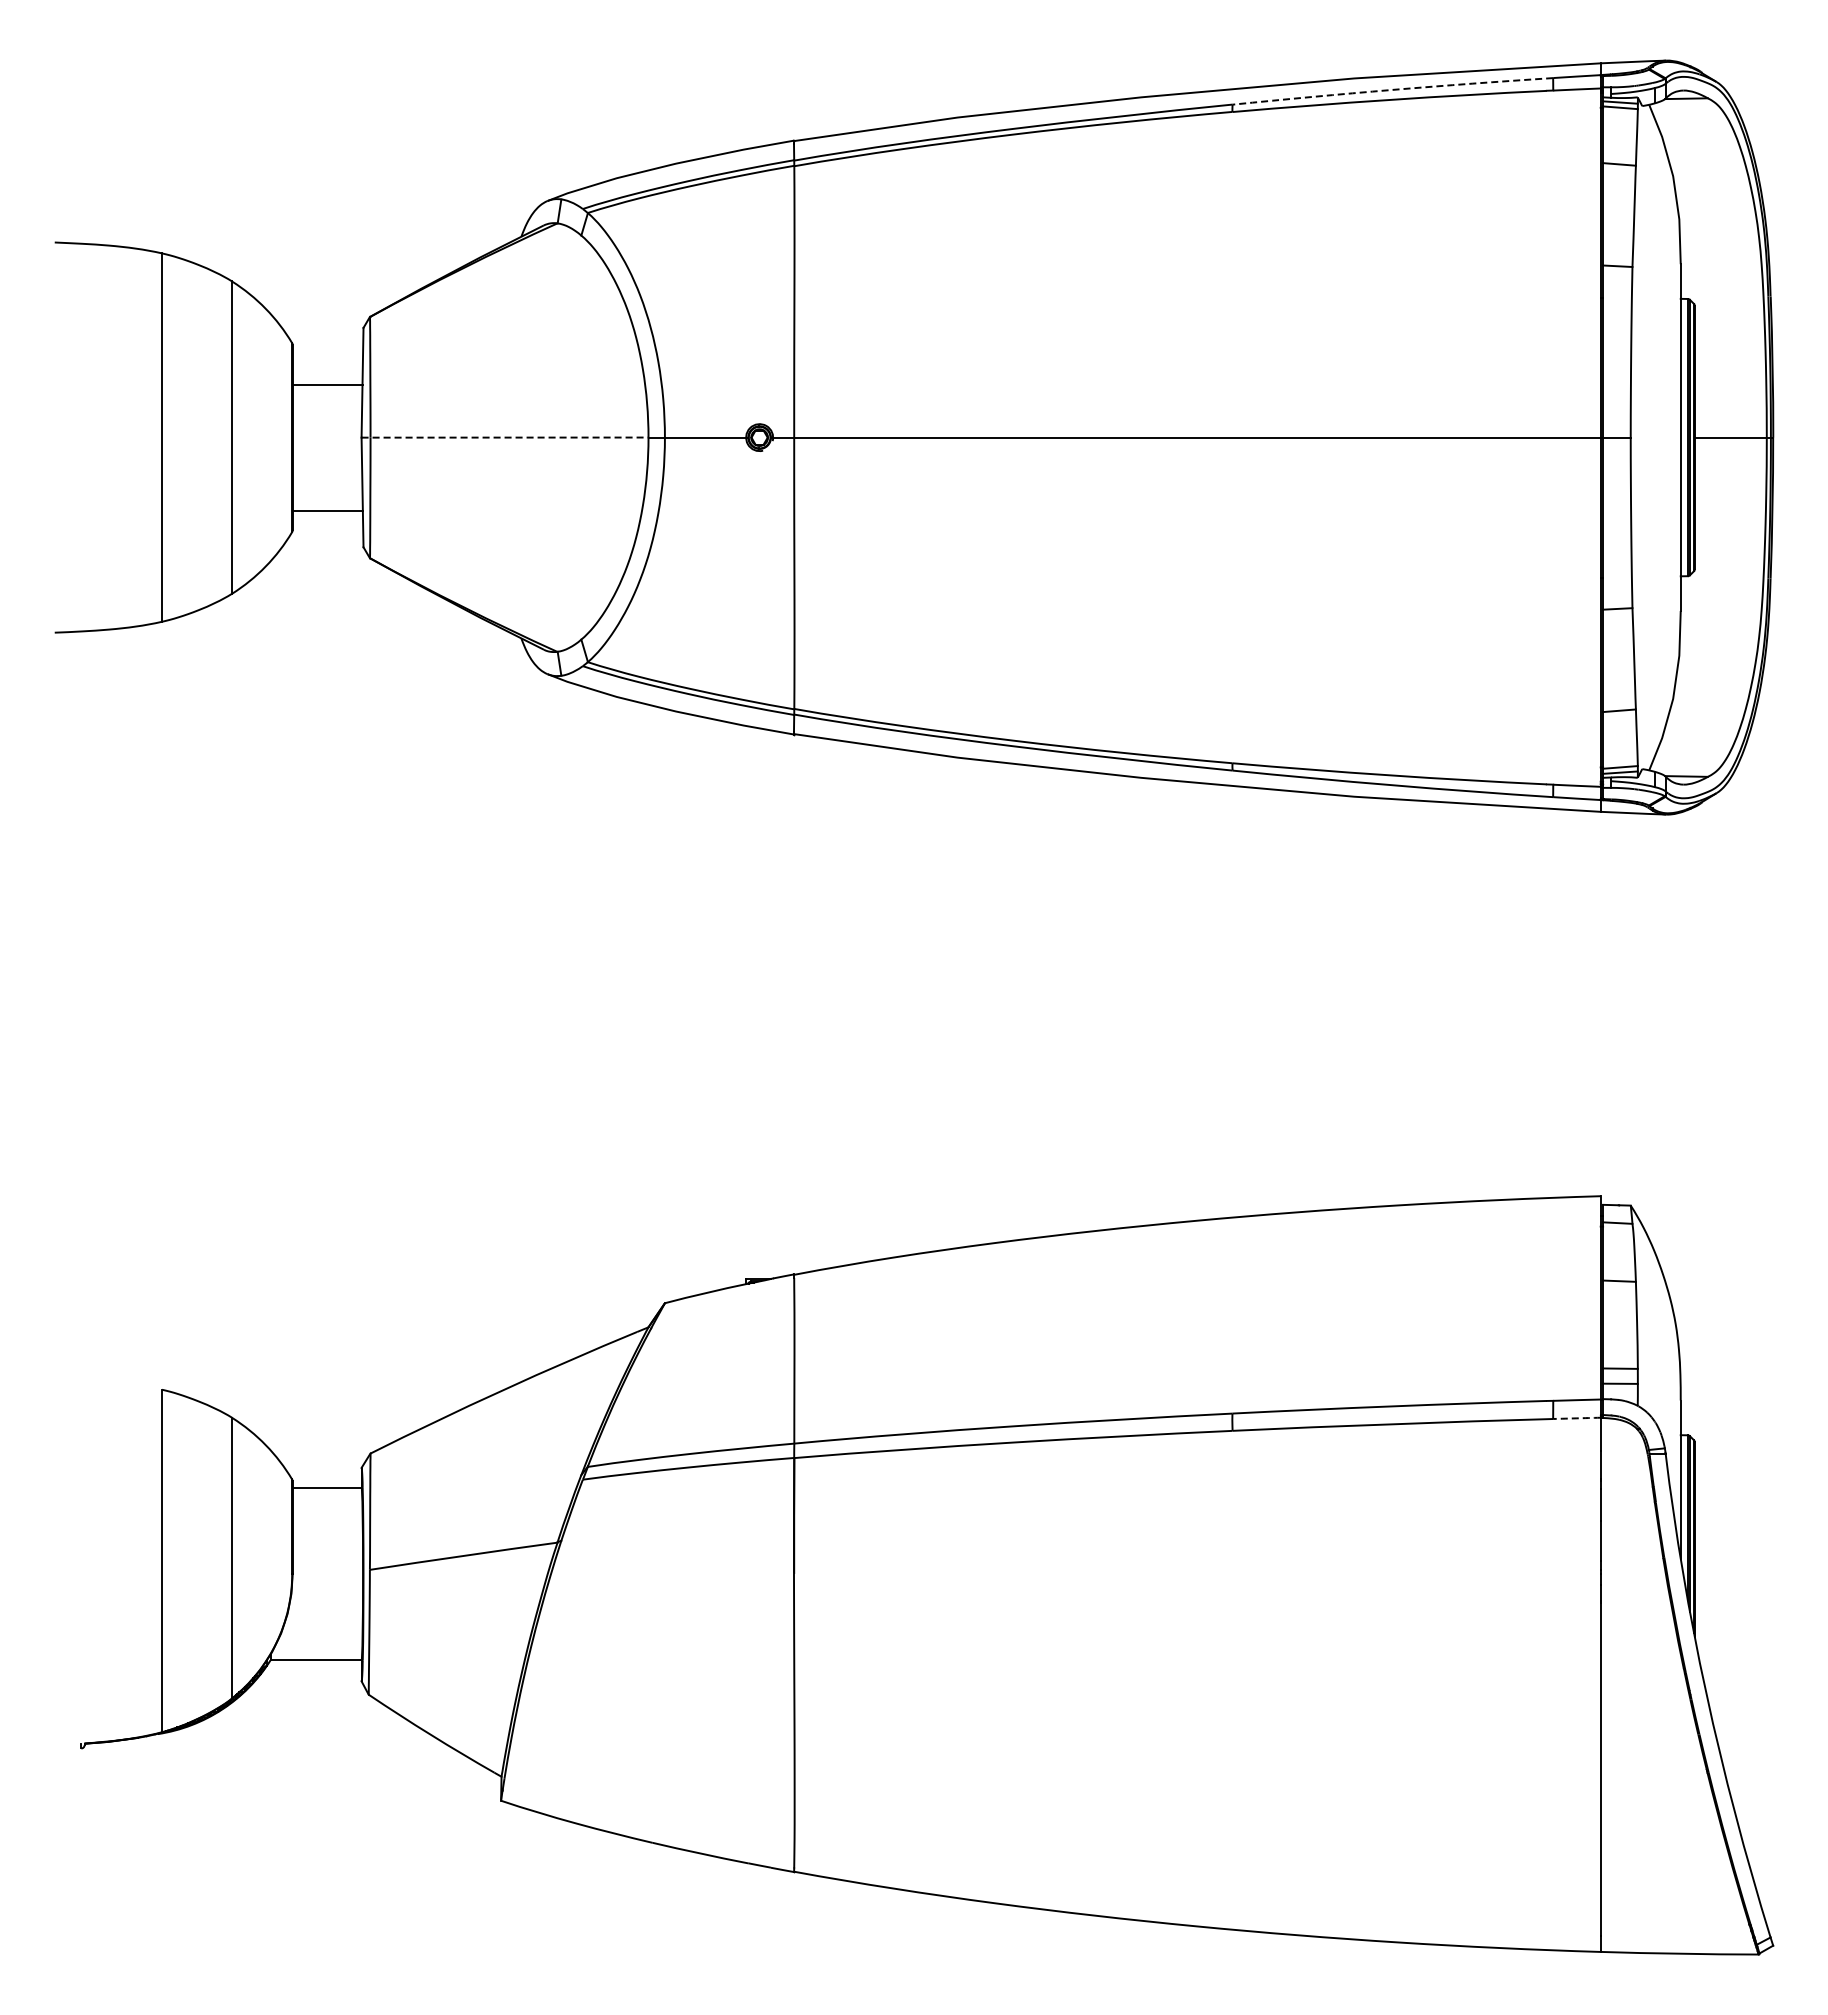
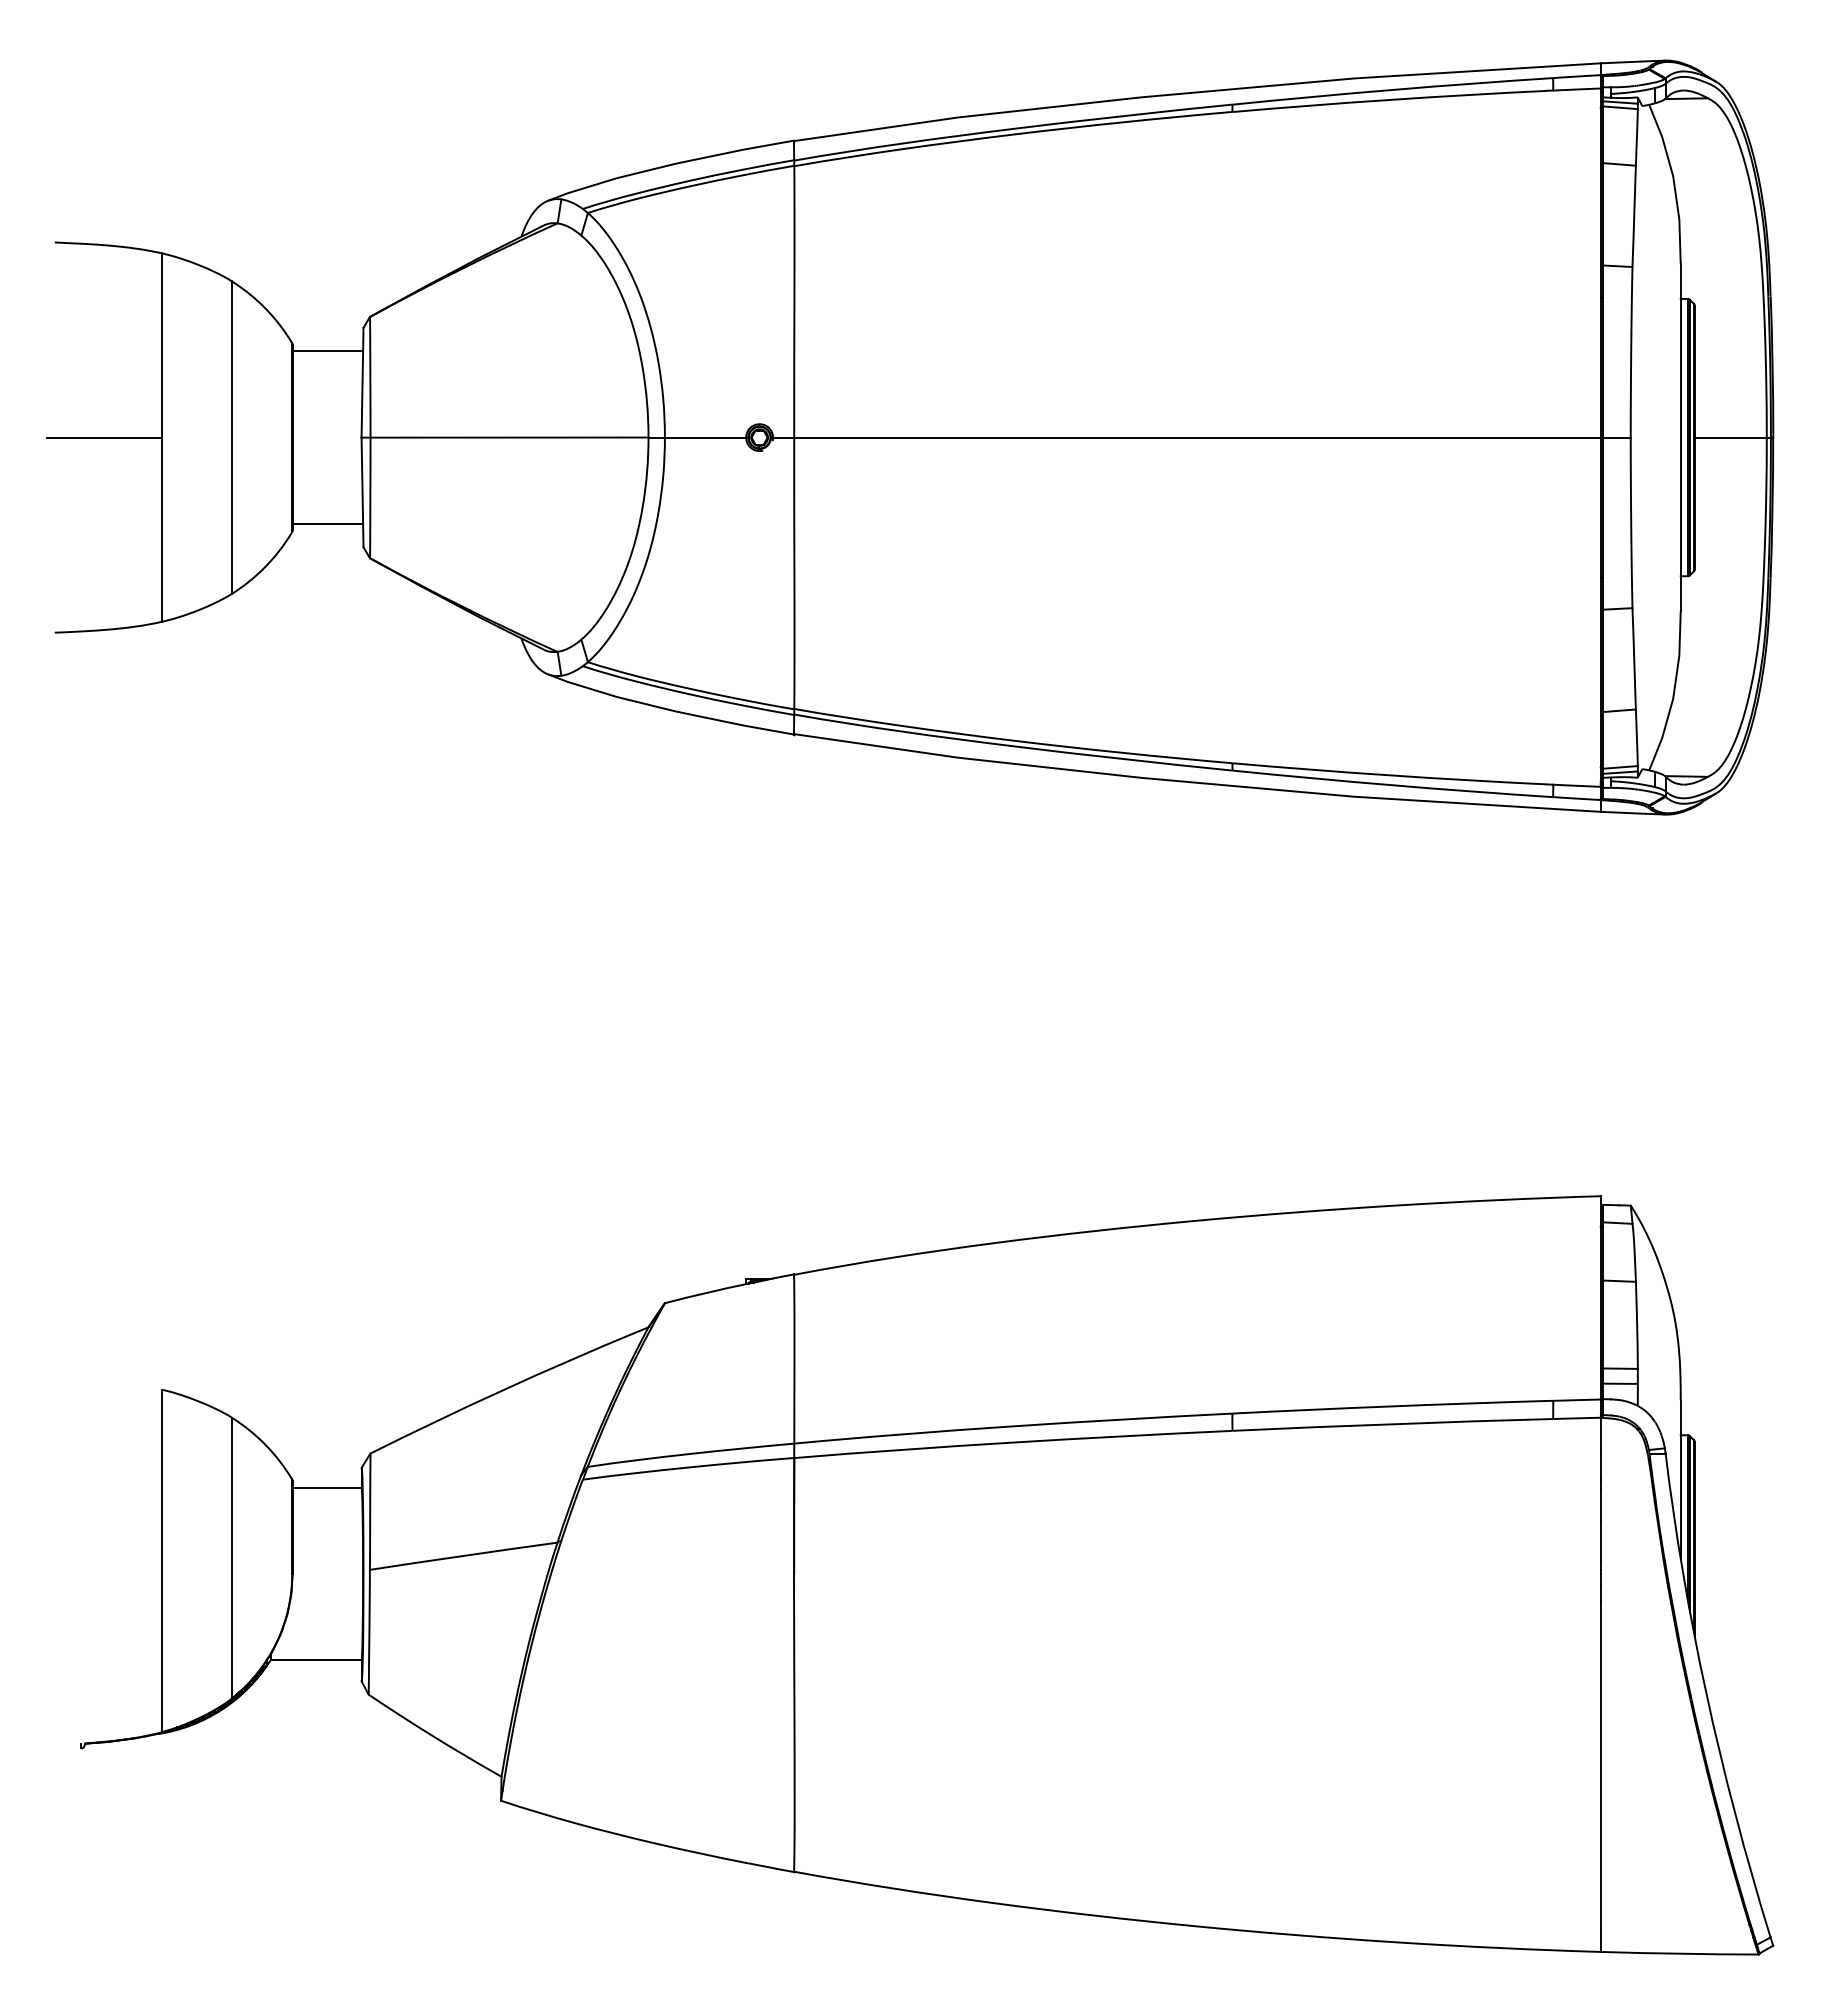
arc at (1392, 89): dashed -> solid
line at (327, 385) position: (327, 385) -> (327, 351)
line at (104, 437): none -> present
line at (505, 437): dashed -> solid
line at (327, 511) position: (327, 511) -> (327, 524)
arc at (1576, 1418): dashed -> solid
